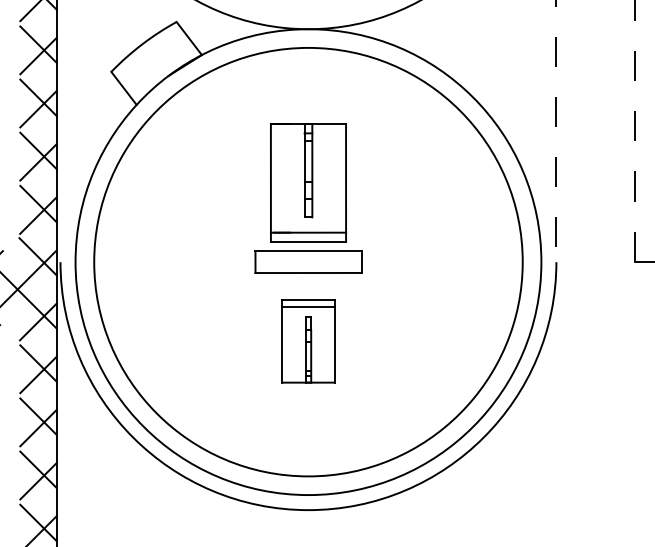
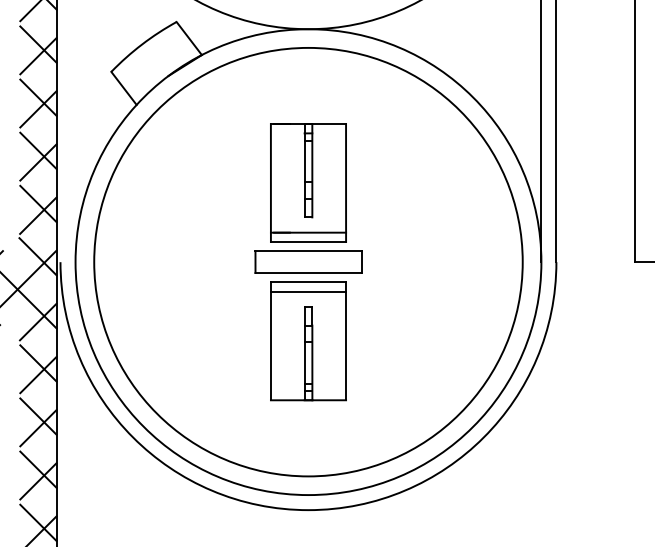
line at (635, 130): dashed -> solid
line at (556, 131): dashed -> solid
line at (541, 132): none -> present
part at (308, 341) size: 55x85 px -> 77x121 px
